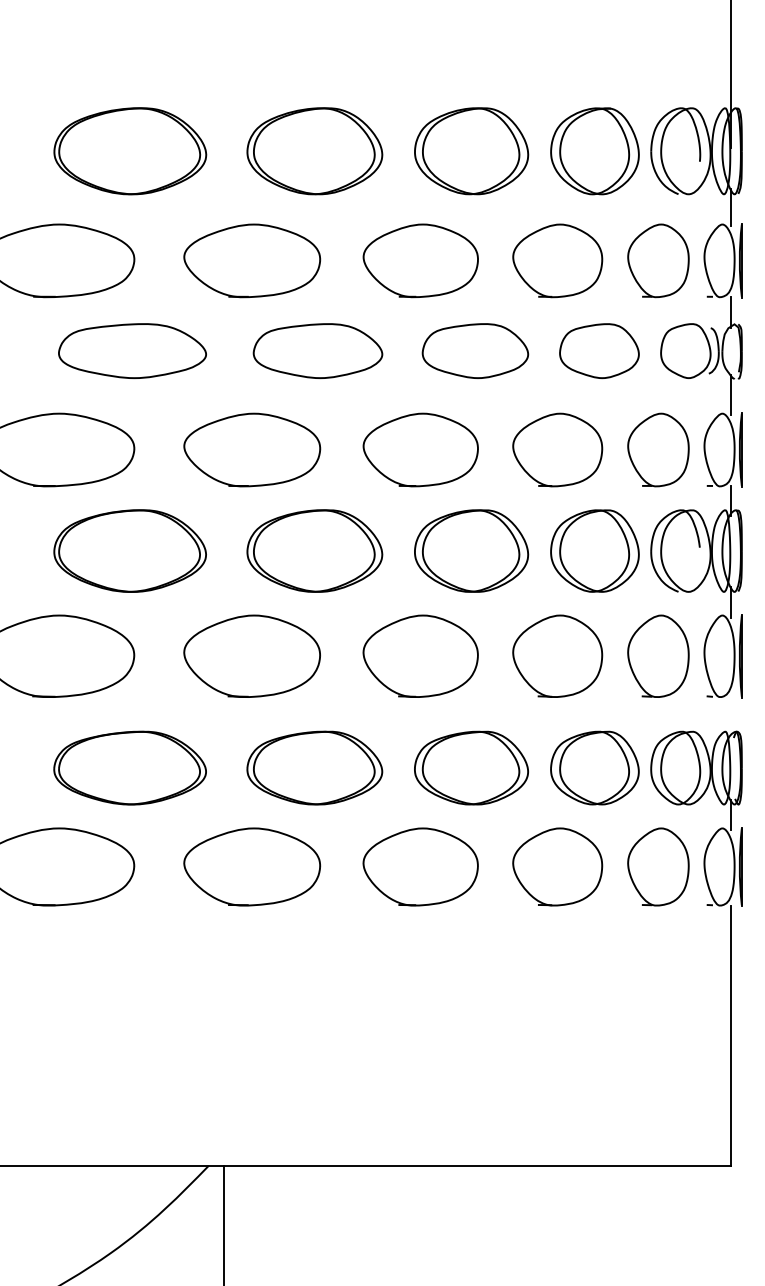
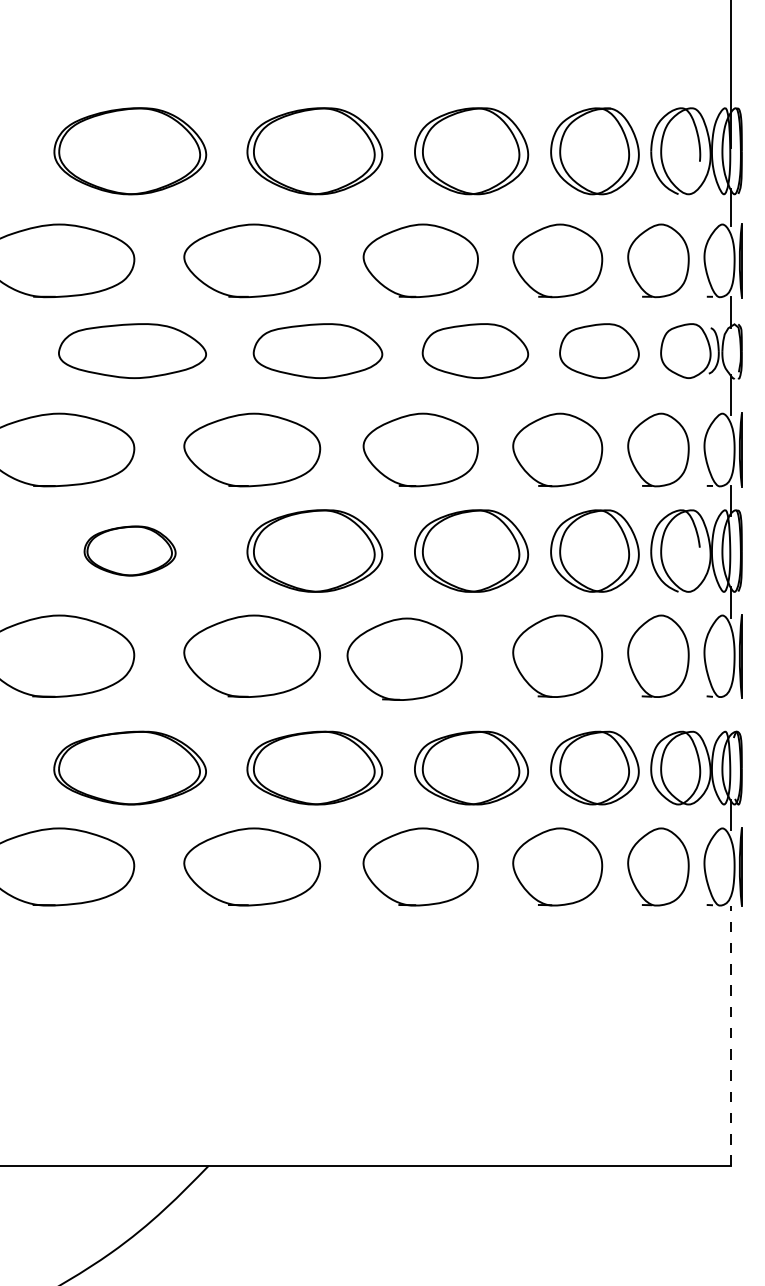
part at (129, 550) size: 154x84 px -> 94x52 px
part at (420, 655) position: (420, 655) -> (404, 658)
line at (731, 1035): solid -> dashed
line at (223, 1223): present -> none
